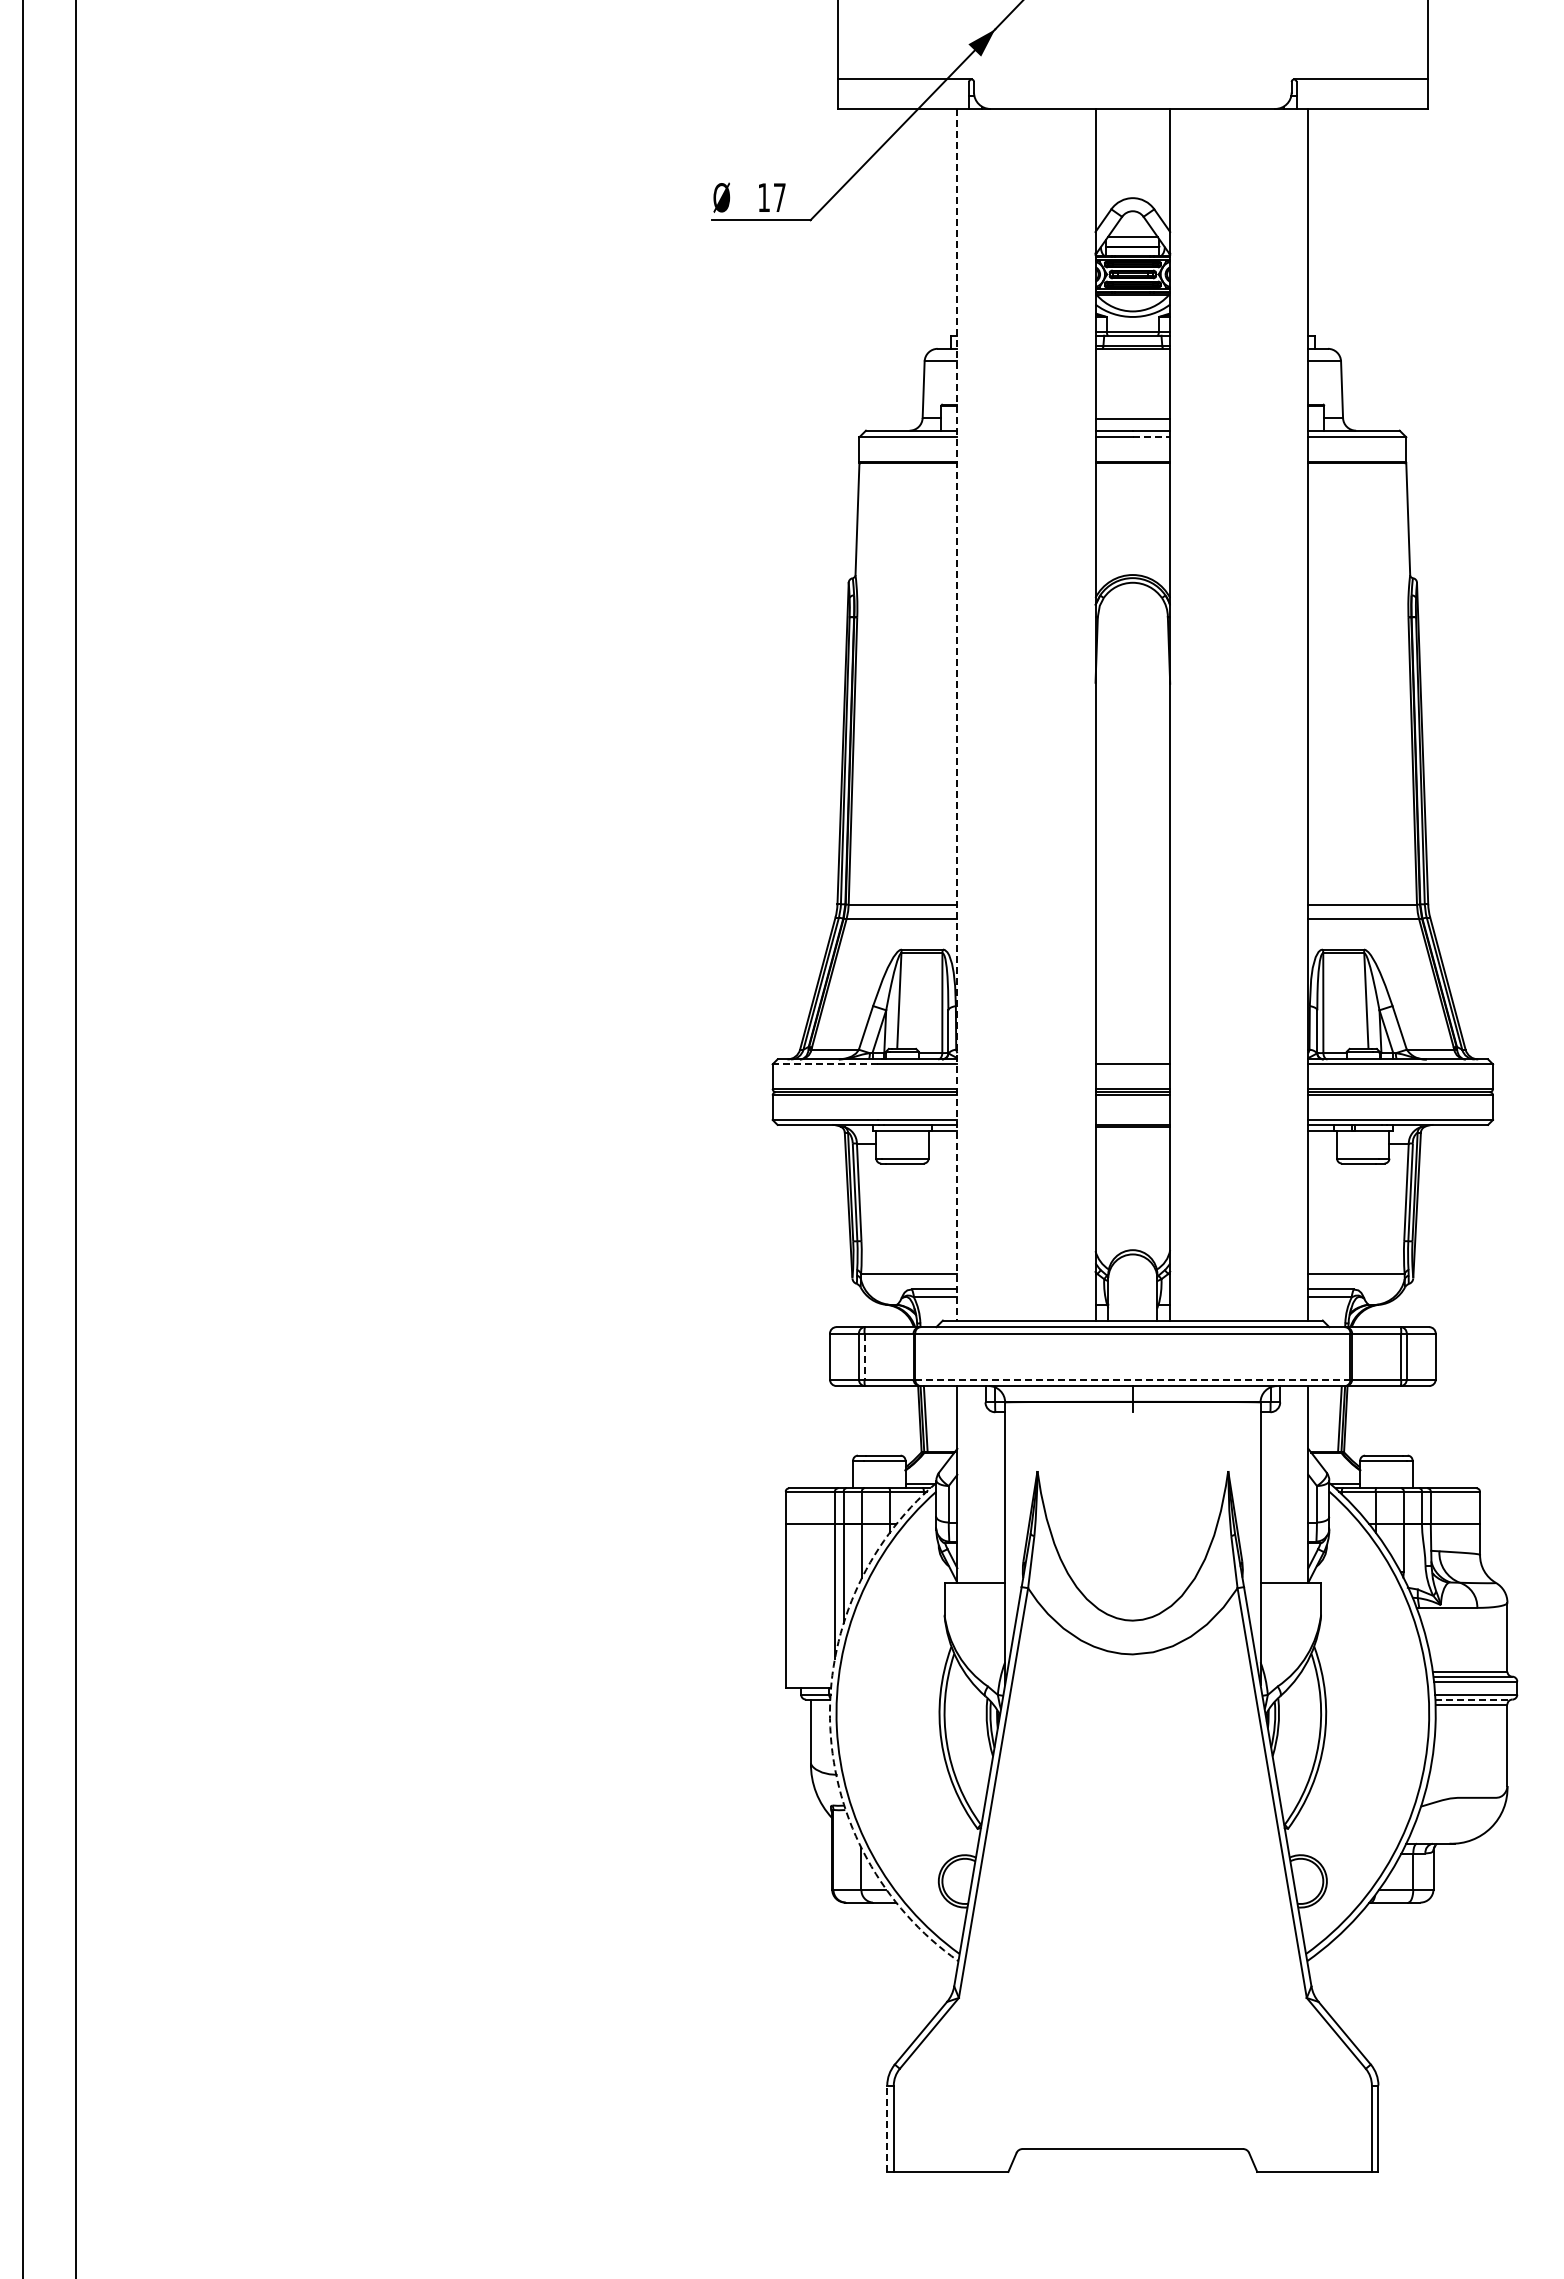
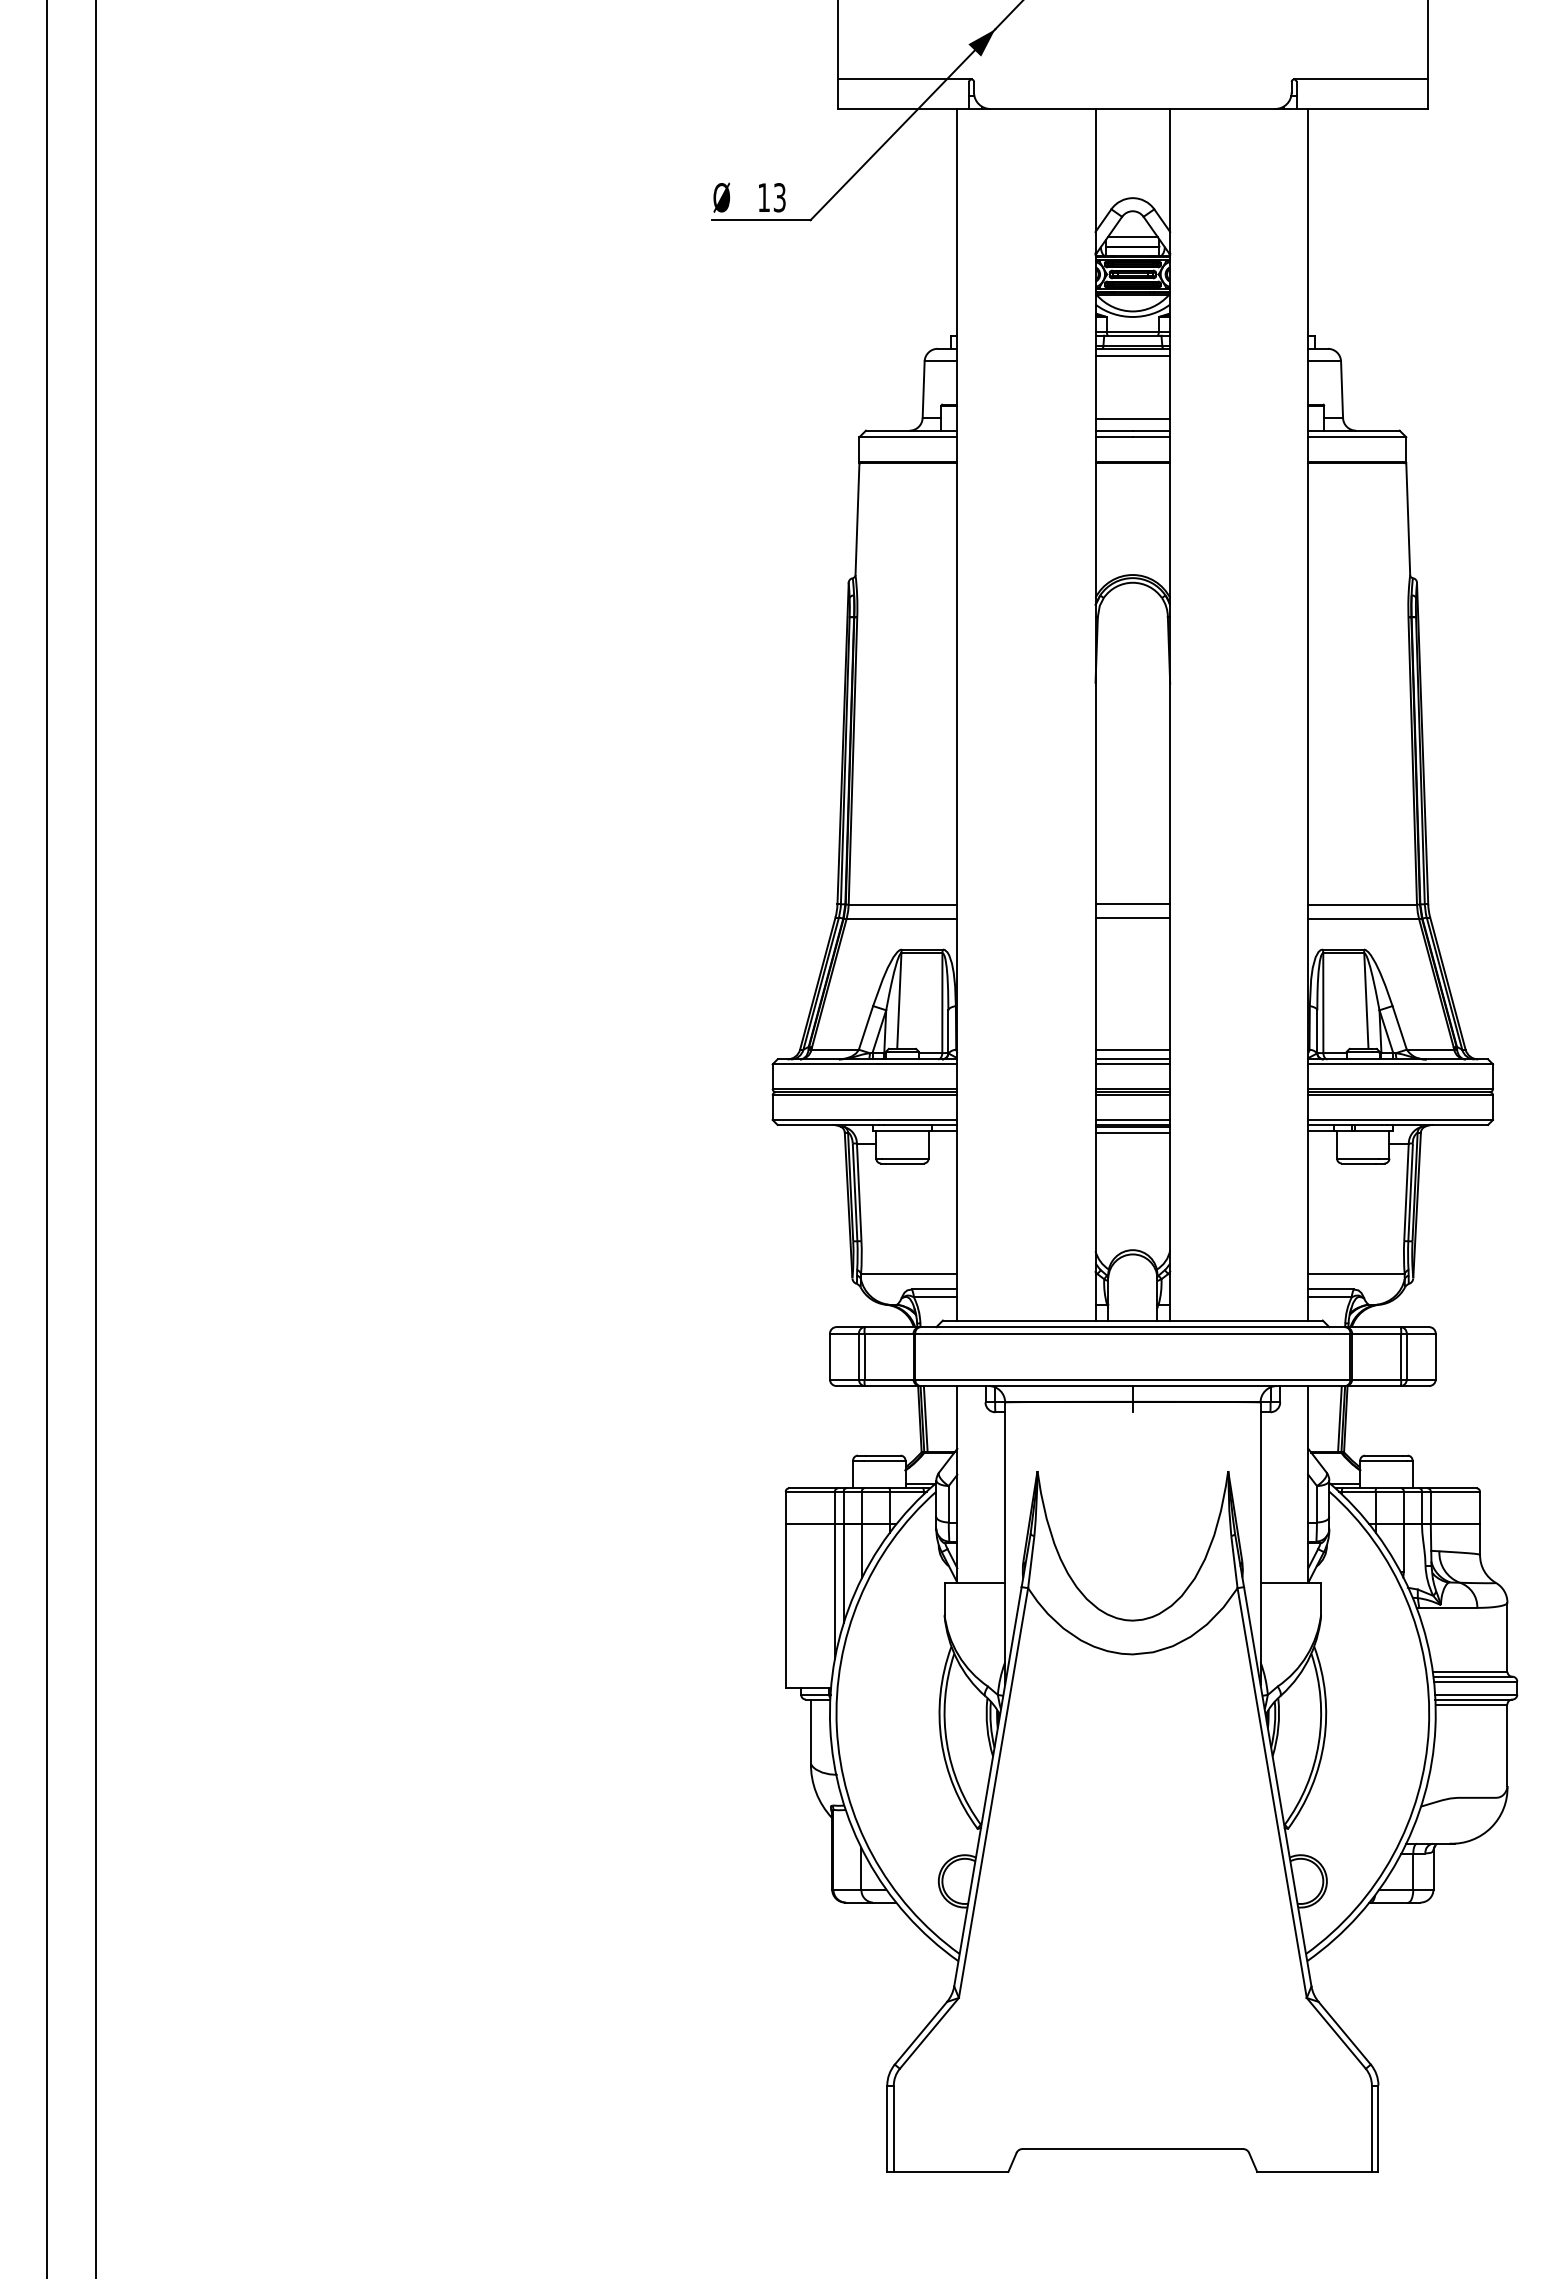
text at (779, 197): 17 -> 13
line at (1132, 356): none -> present
line at (1151, 437): dashed -> solid
line at (957, 714): dashed -> solid
line at (1132, 904): none -> present
line at (1132, 917): none -> present
line at (1132, 1049): none -> present
line at (1132, 1059): none -> present
line at (825, 1064): dashed -> solid
line at (1132, 1120): none -> present
line at (1132, 1132): none -> present
line at (22, 1138) position: (22, 1138) -> (46, 1138)
line at (75, 1138) position: (75, 1138) -> (95, 1138)
line at (864, 1356): dashed -> solid
line at (1133, 1379): dashed -> solid
line at (1474, 1699): dashed -> solid
arc at (830, 1727): dashed -> solid
line at (887, 2128): dashed -> solid
